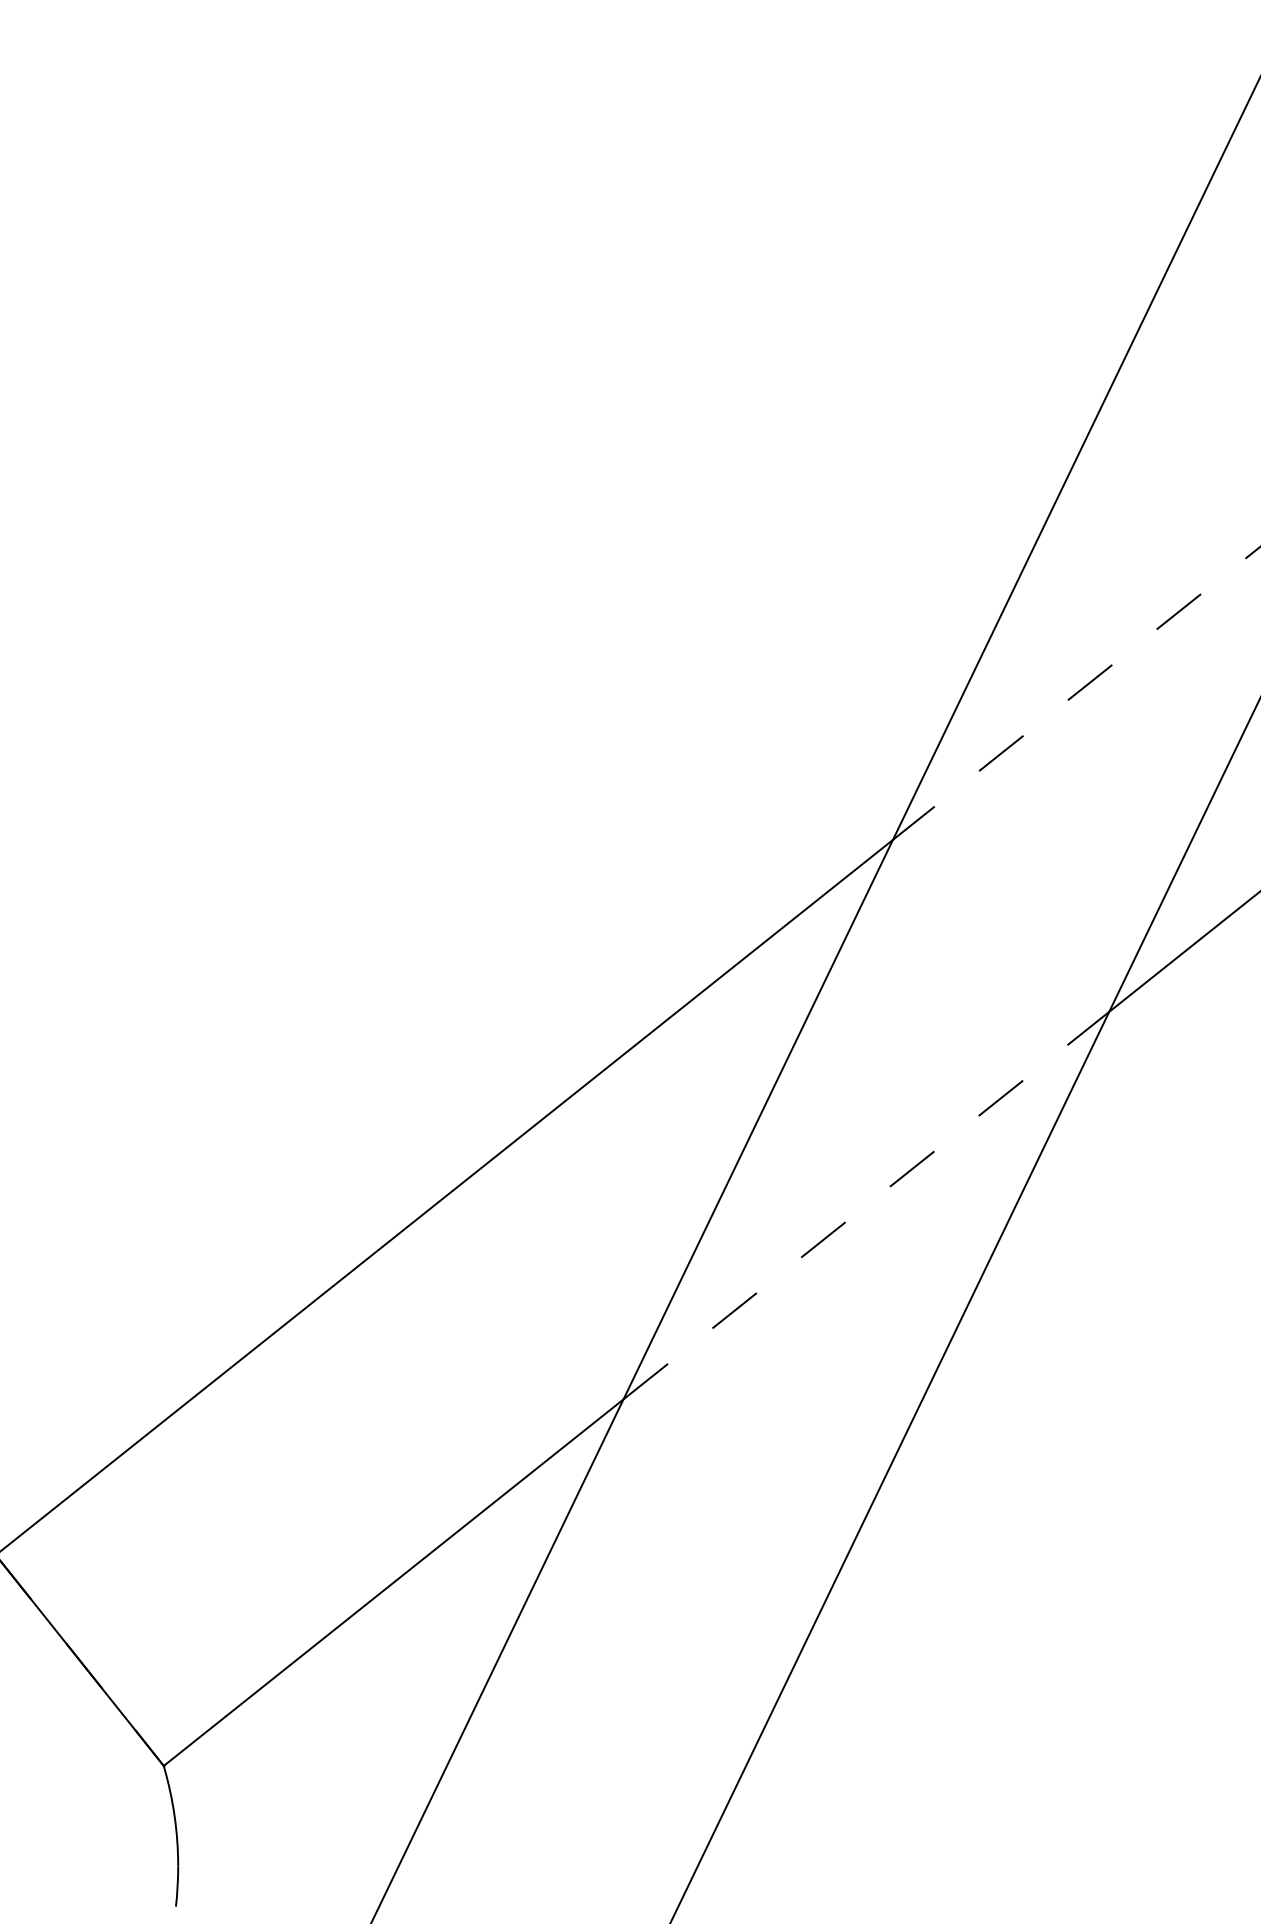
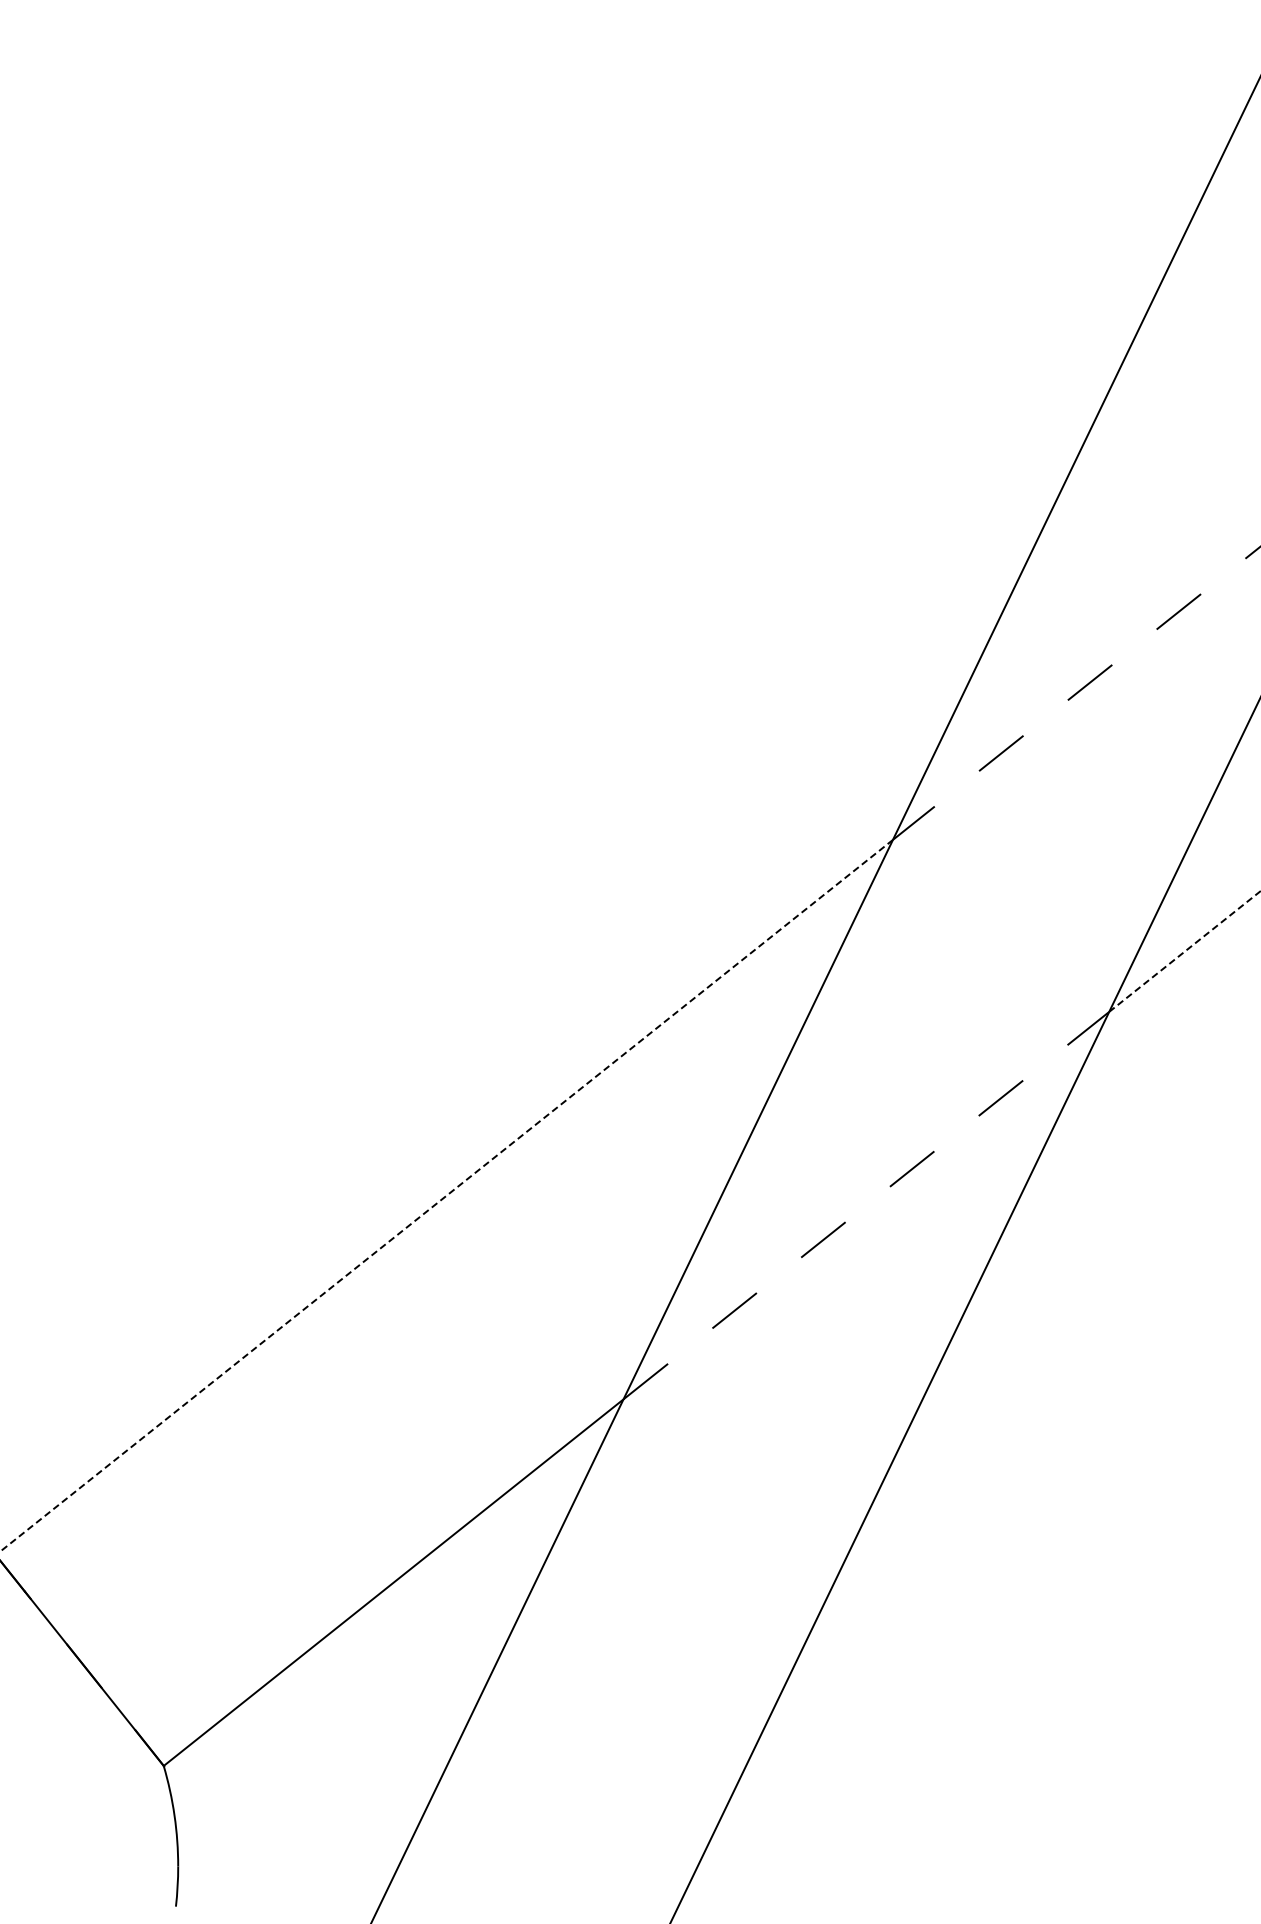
line at (1184, 951): solid -> dashed
line at (446, 1195): solid -> dashed
